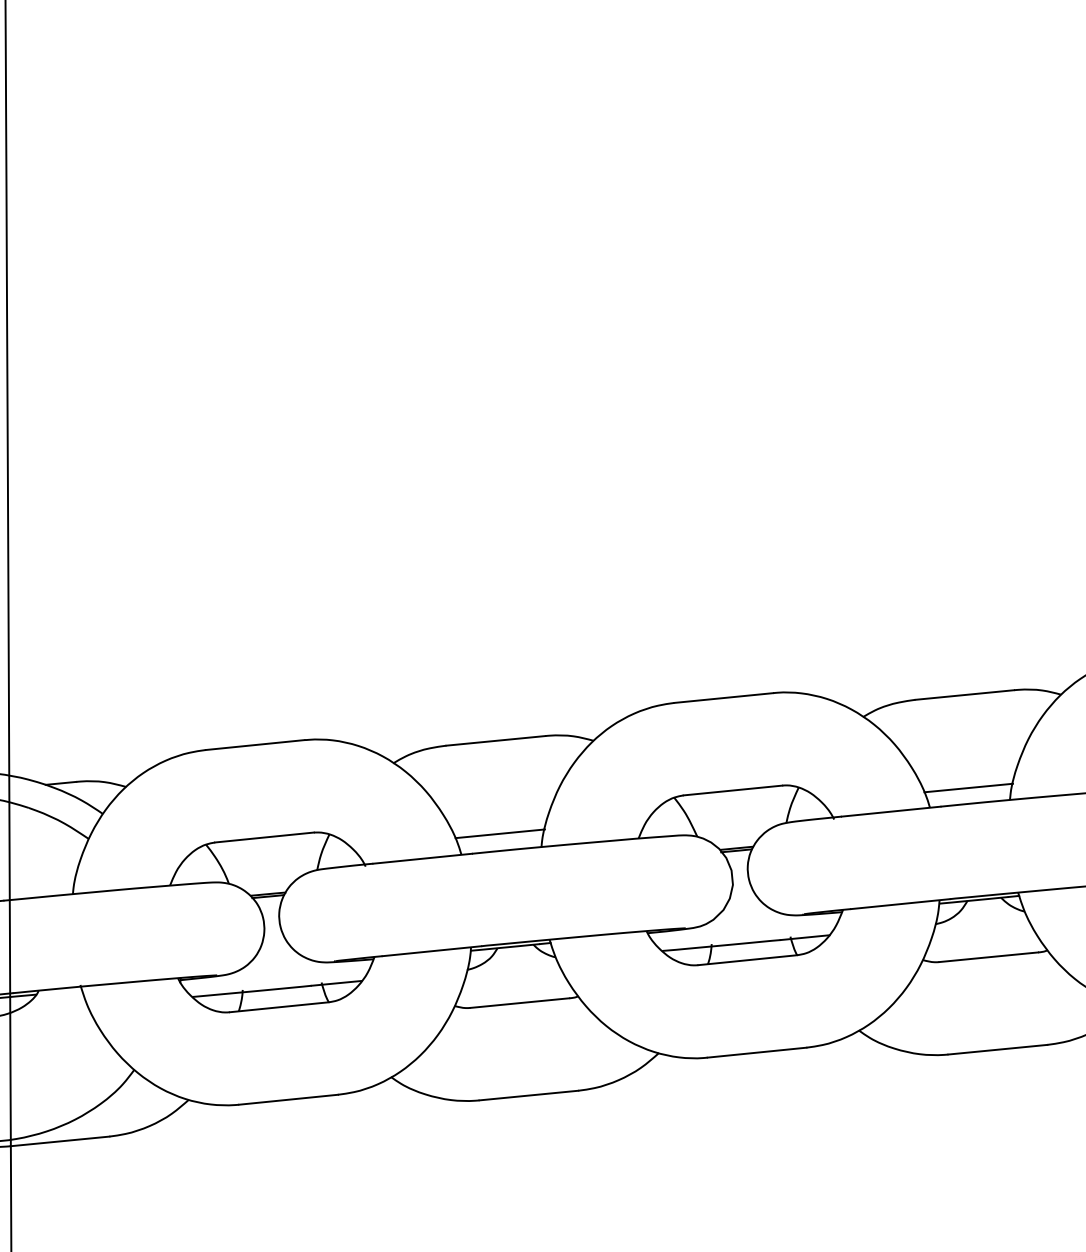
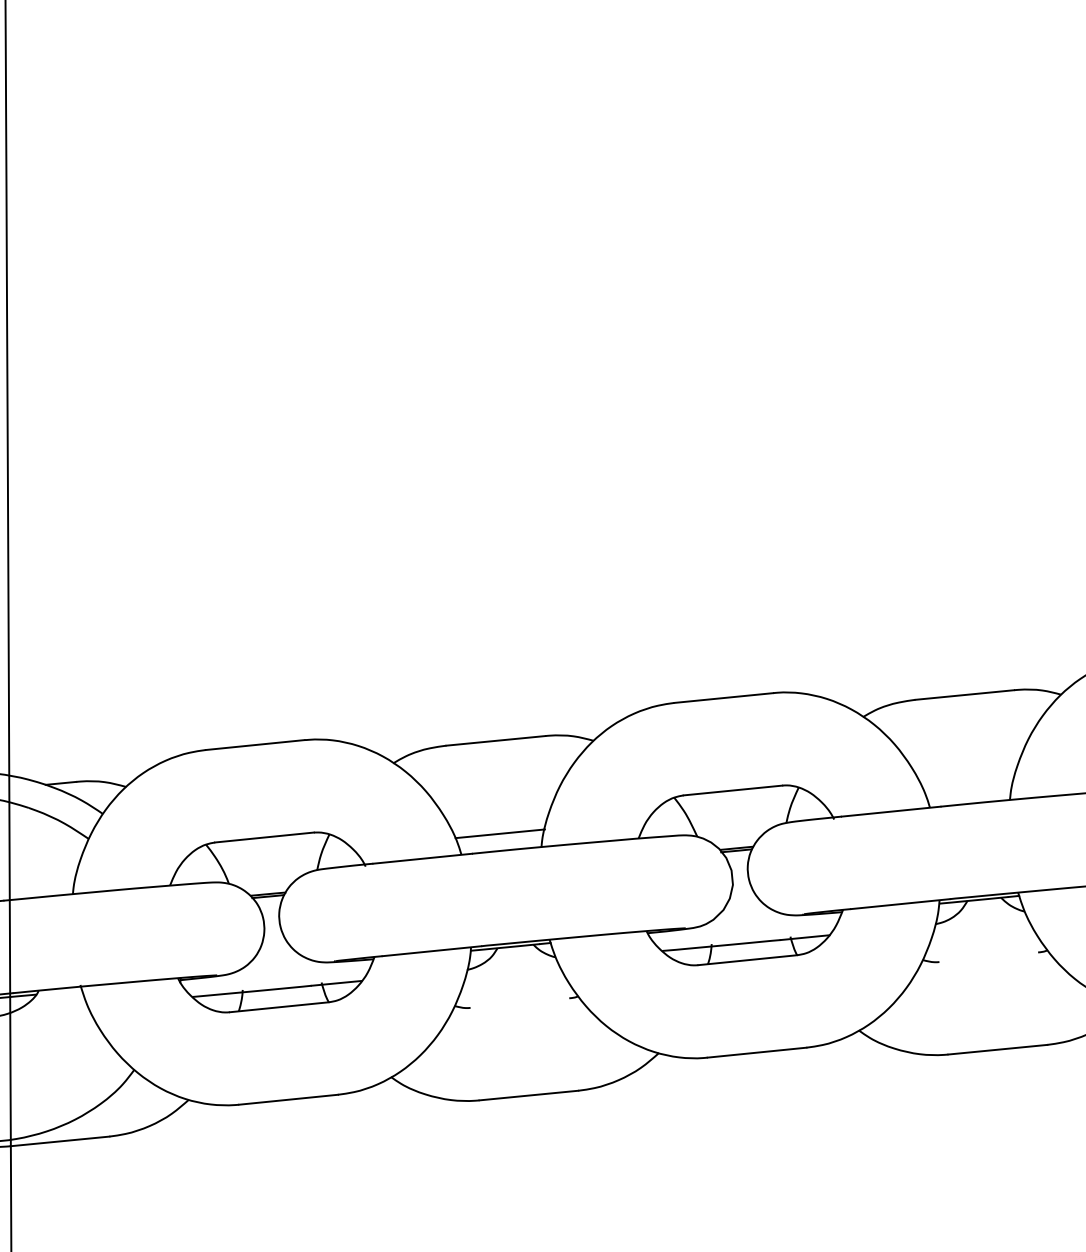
line at (968, 787): present -> none
line at (988, 957): present -> none
line at (519, 1002): present -> none
